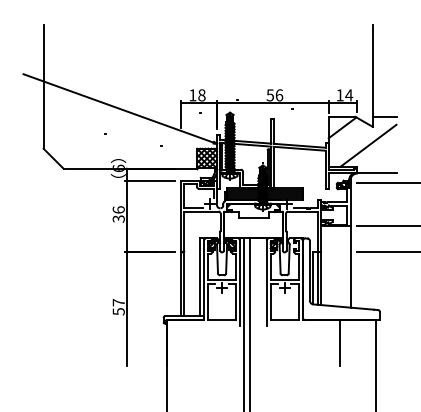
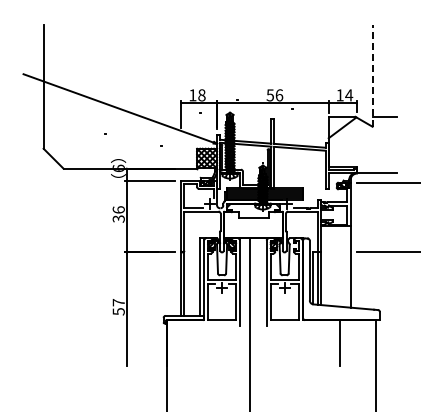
line at (372, 75): solid -> dashed
line at (368, 145): present -> none
line at (386, 226): present -> none
line at (244, 323): present -> none
